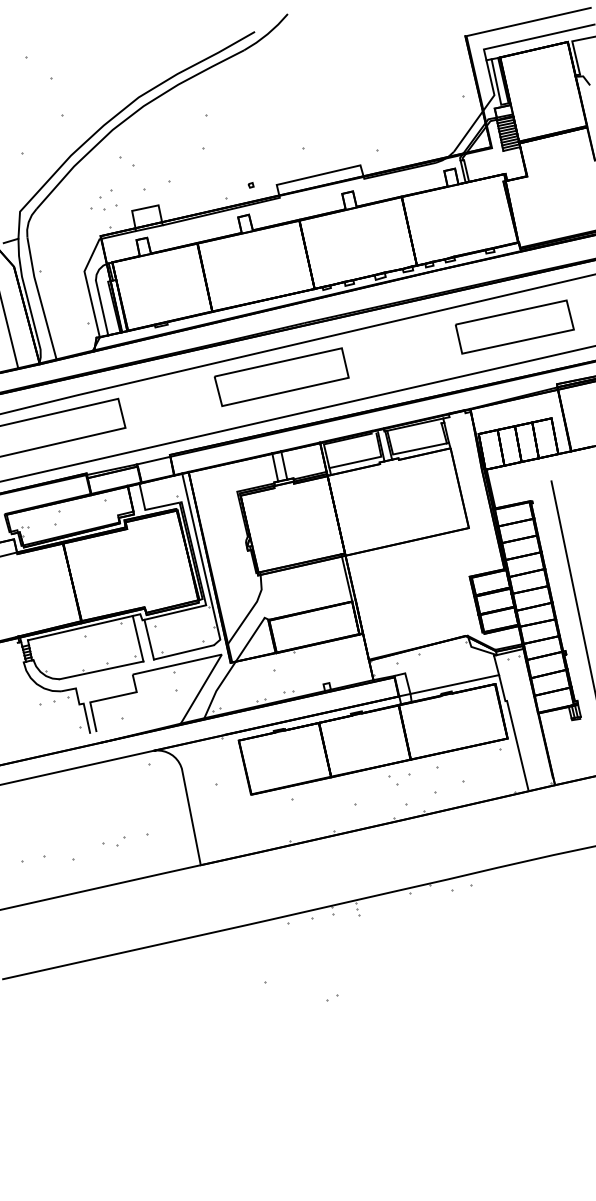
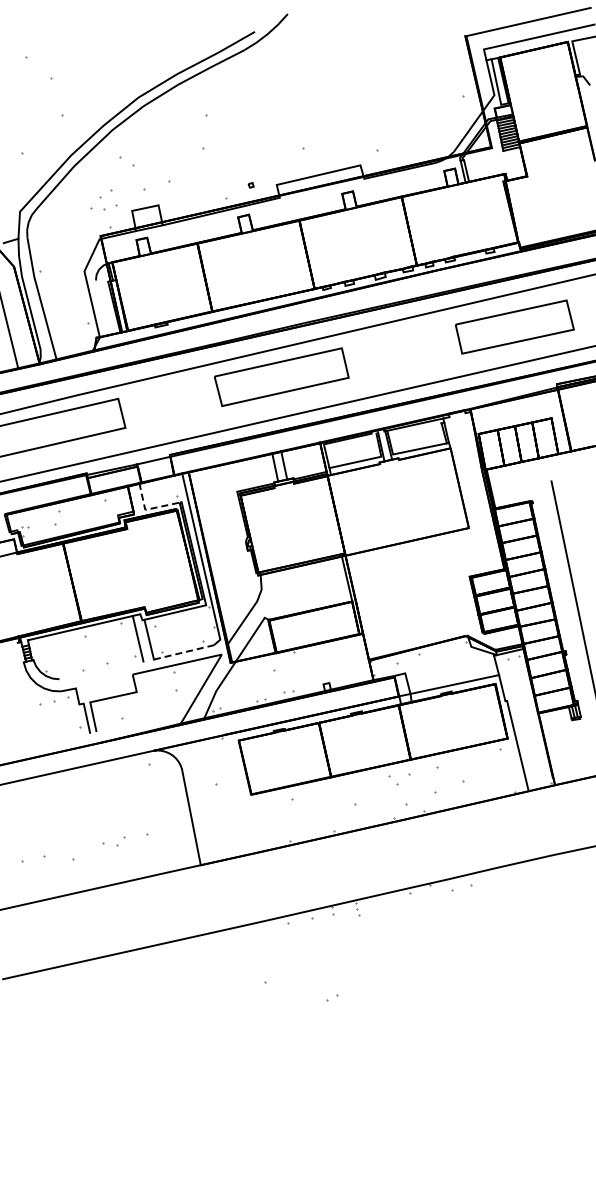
line at (101, 307): present -> none
line at (149, 509): solid -> dashed
line at (183, 652): solid -> dashed
line at (101, 670): present -> none
